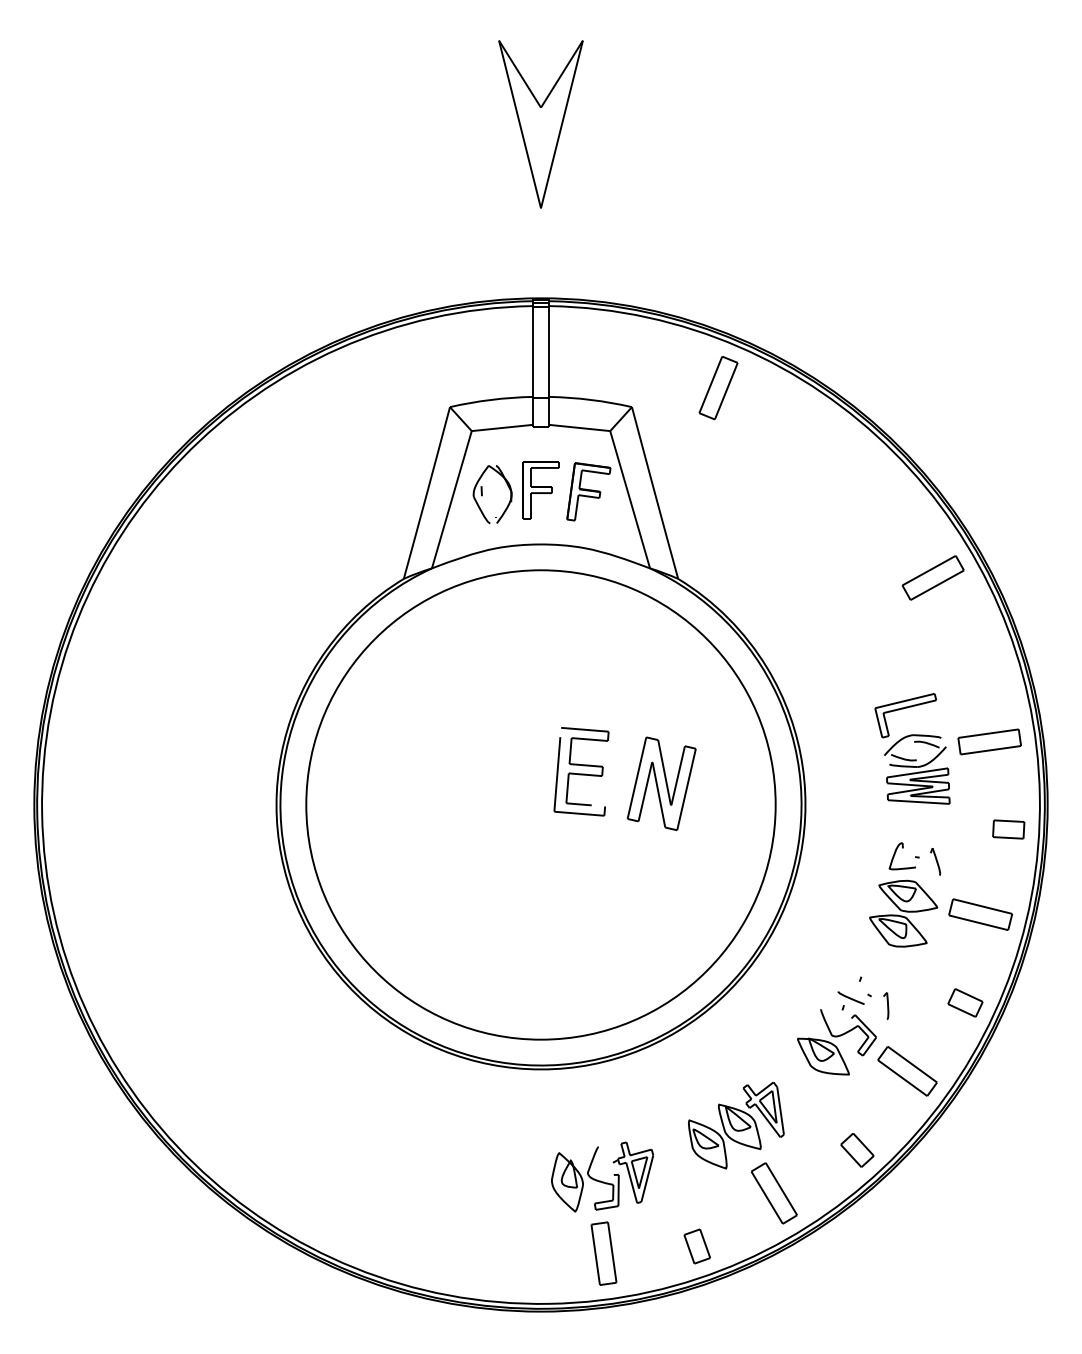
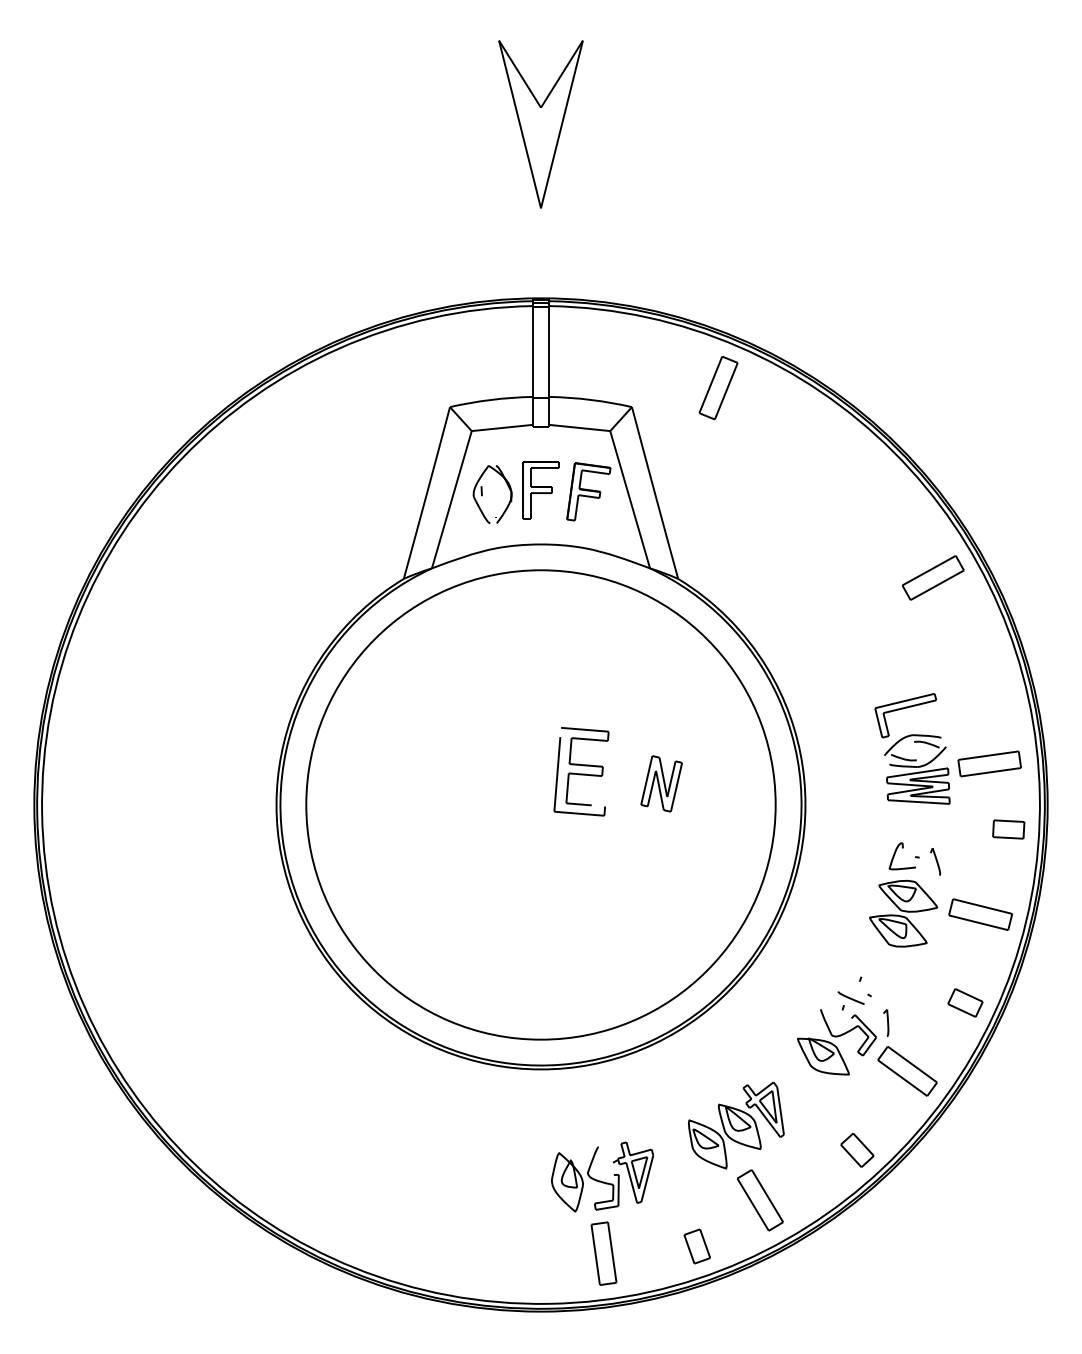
part at (989, 741) position: (989, 741) -> (989, 763)
part at (661, 783) size: 71x96 px -> 43x58 px
part at (886, 1006) position: (886, 1006) -> (886, 1023)
part at (773, 1193) position: (773, 1193) -> (759, 1200)
